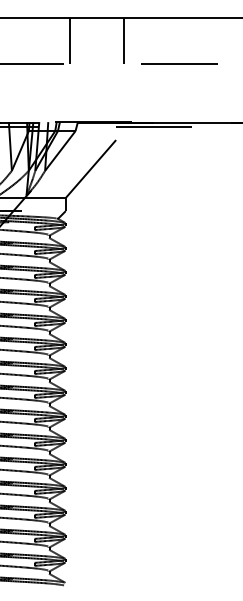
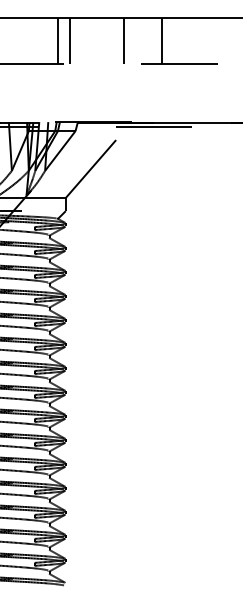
line at (58, 41): none -> present
line at (161, 41): none -> present
